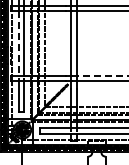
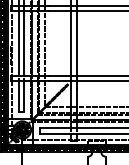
line at (18, 44): dashed -> solid
line at (100, 75): dashed -> solid
